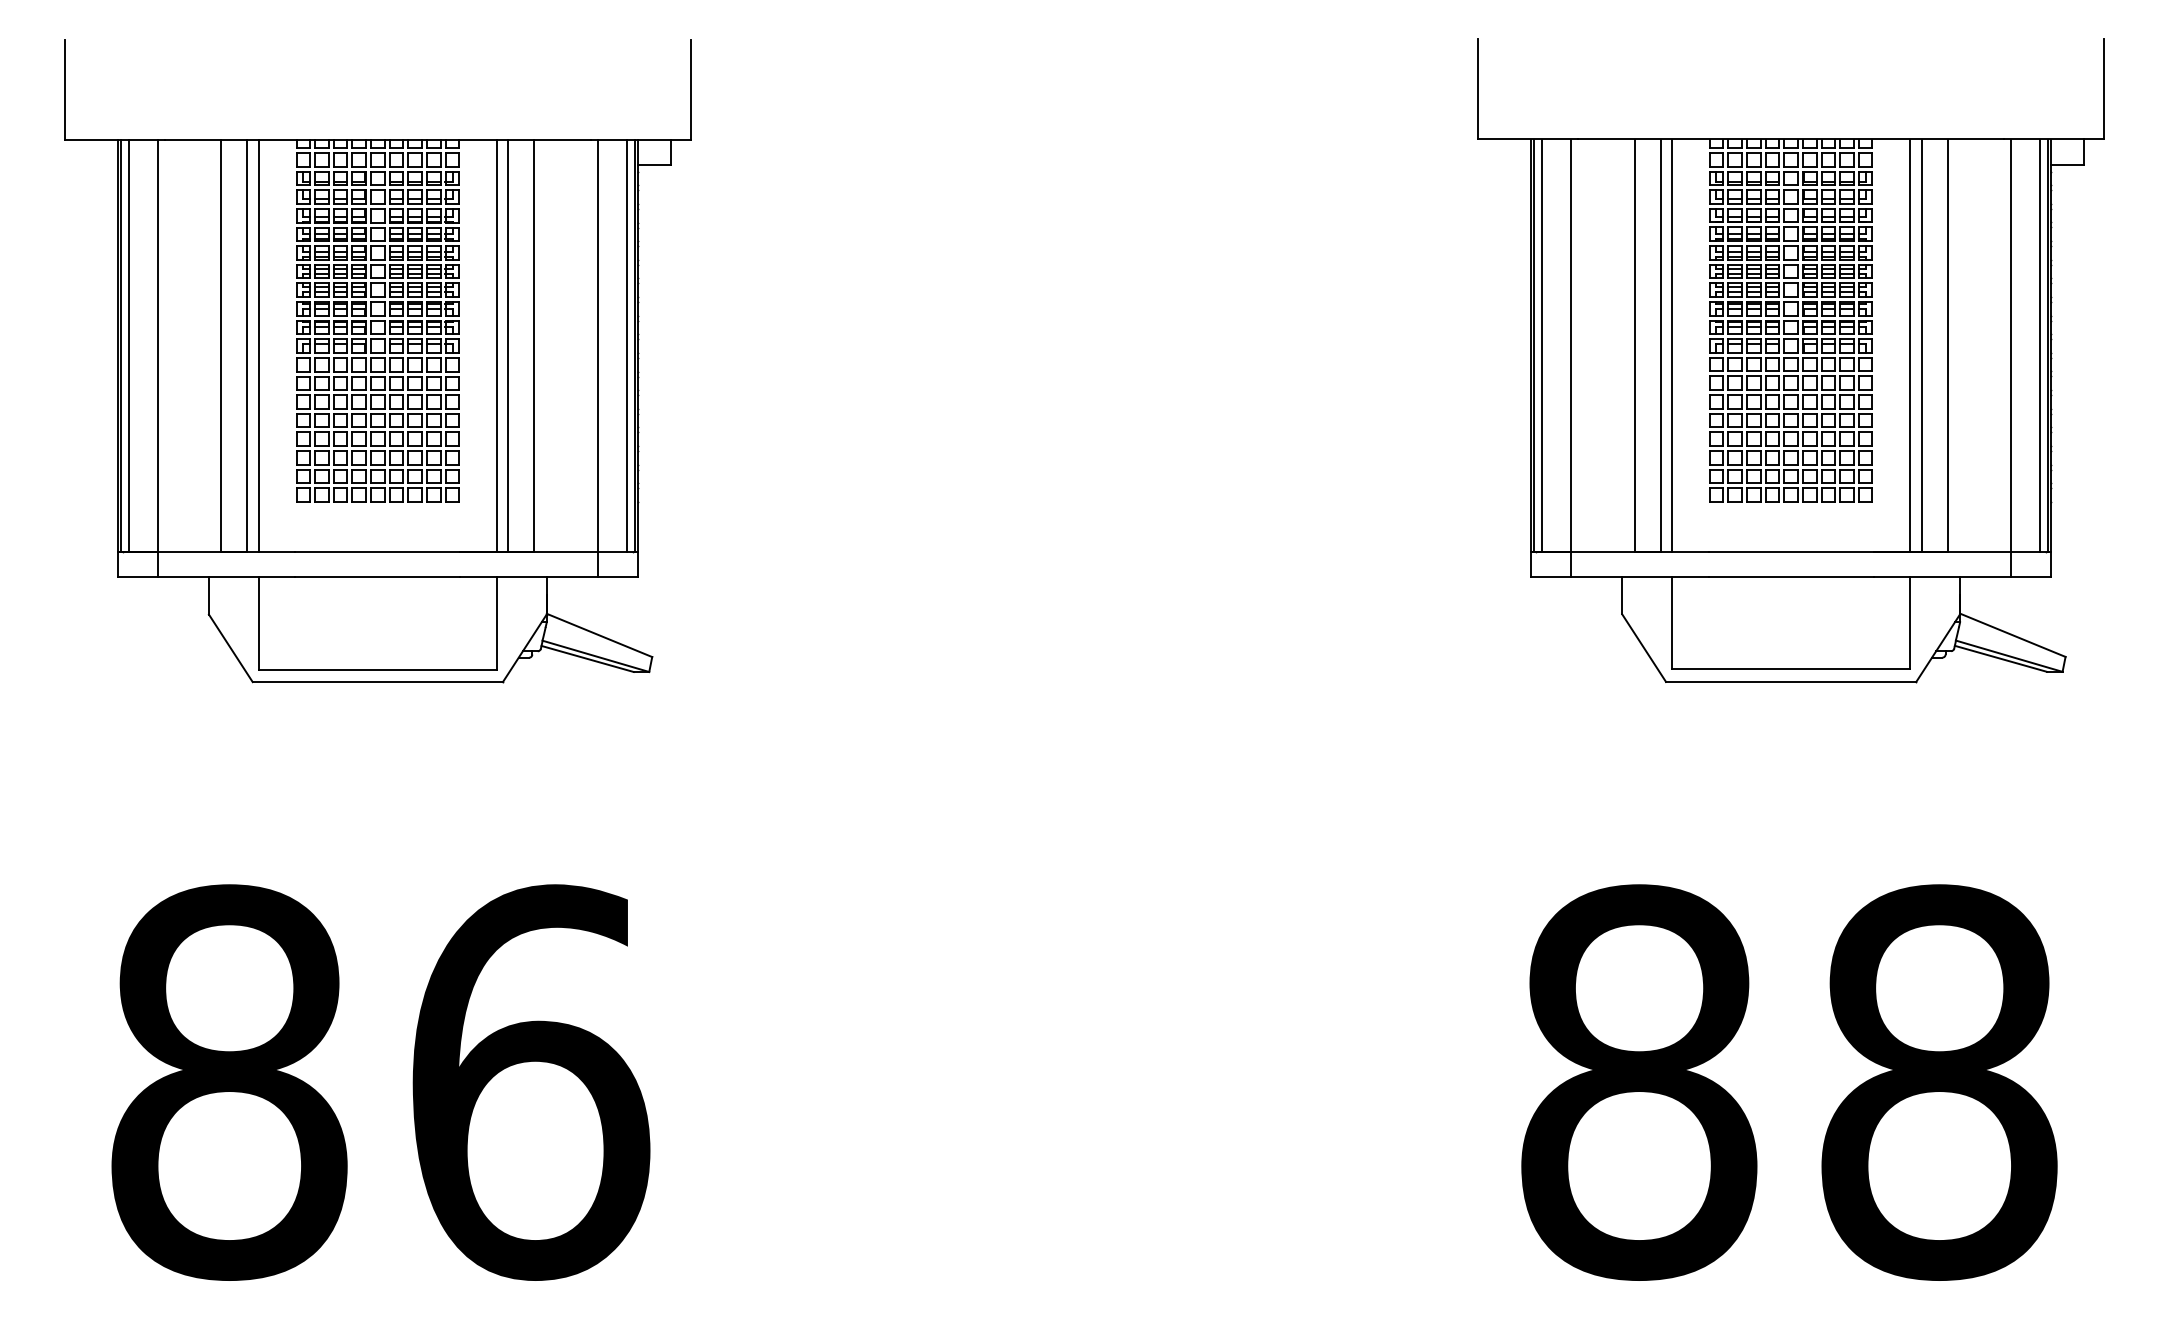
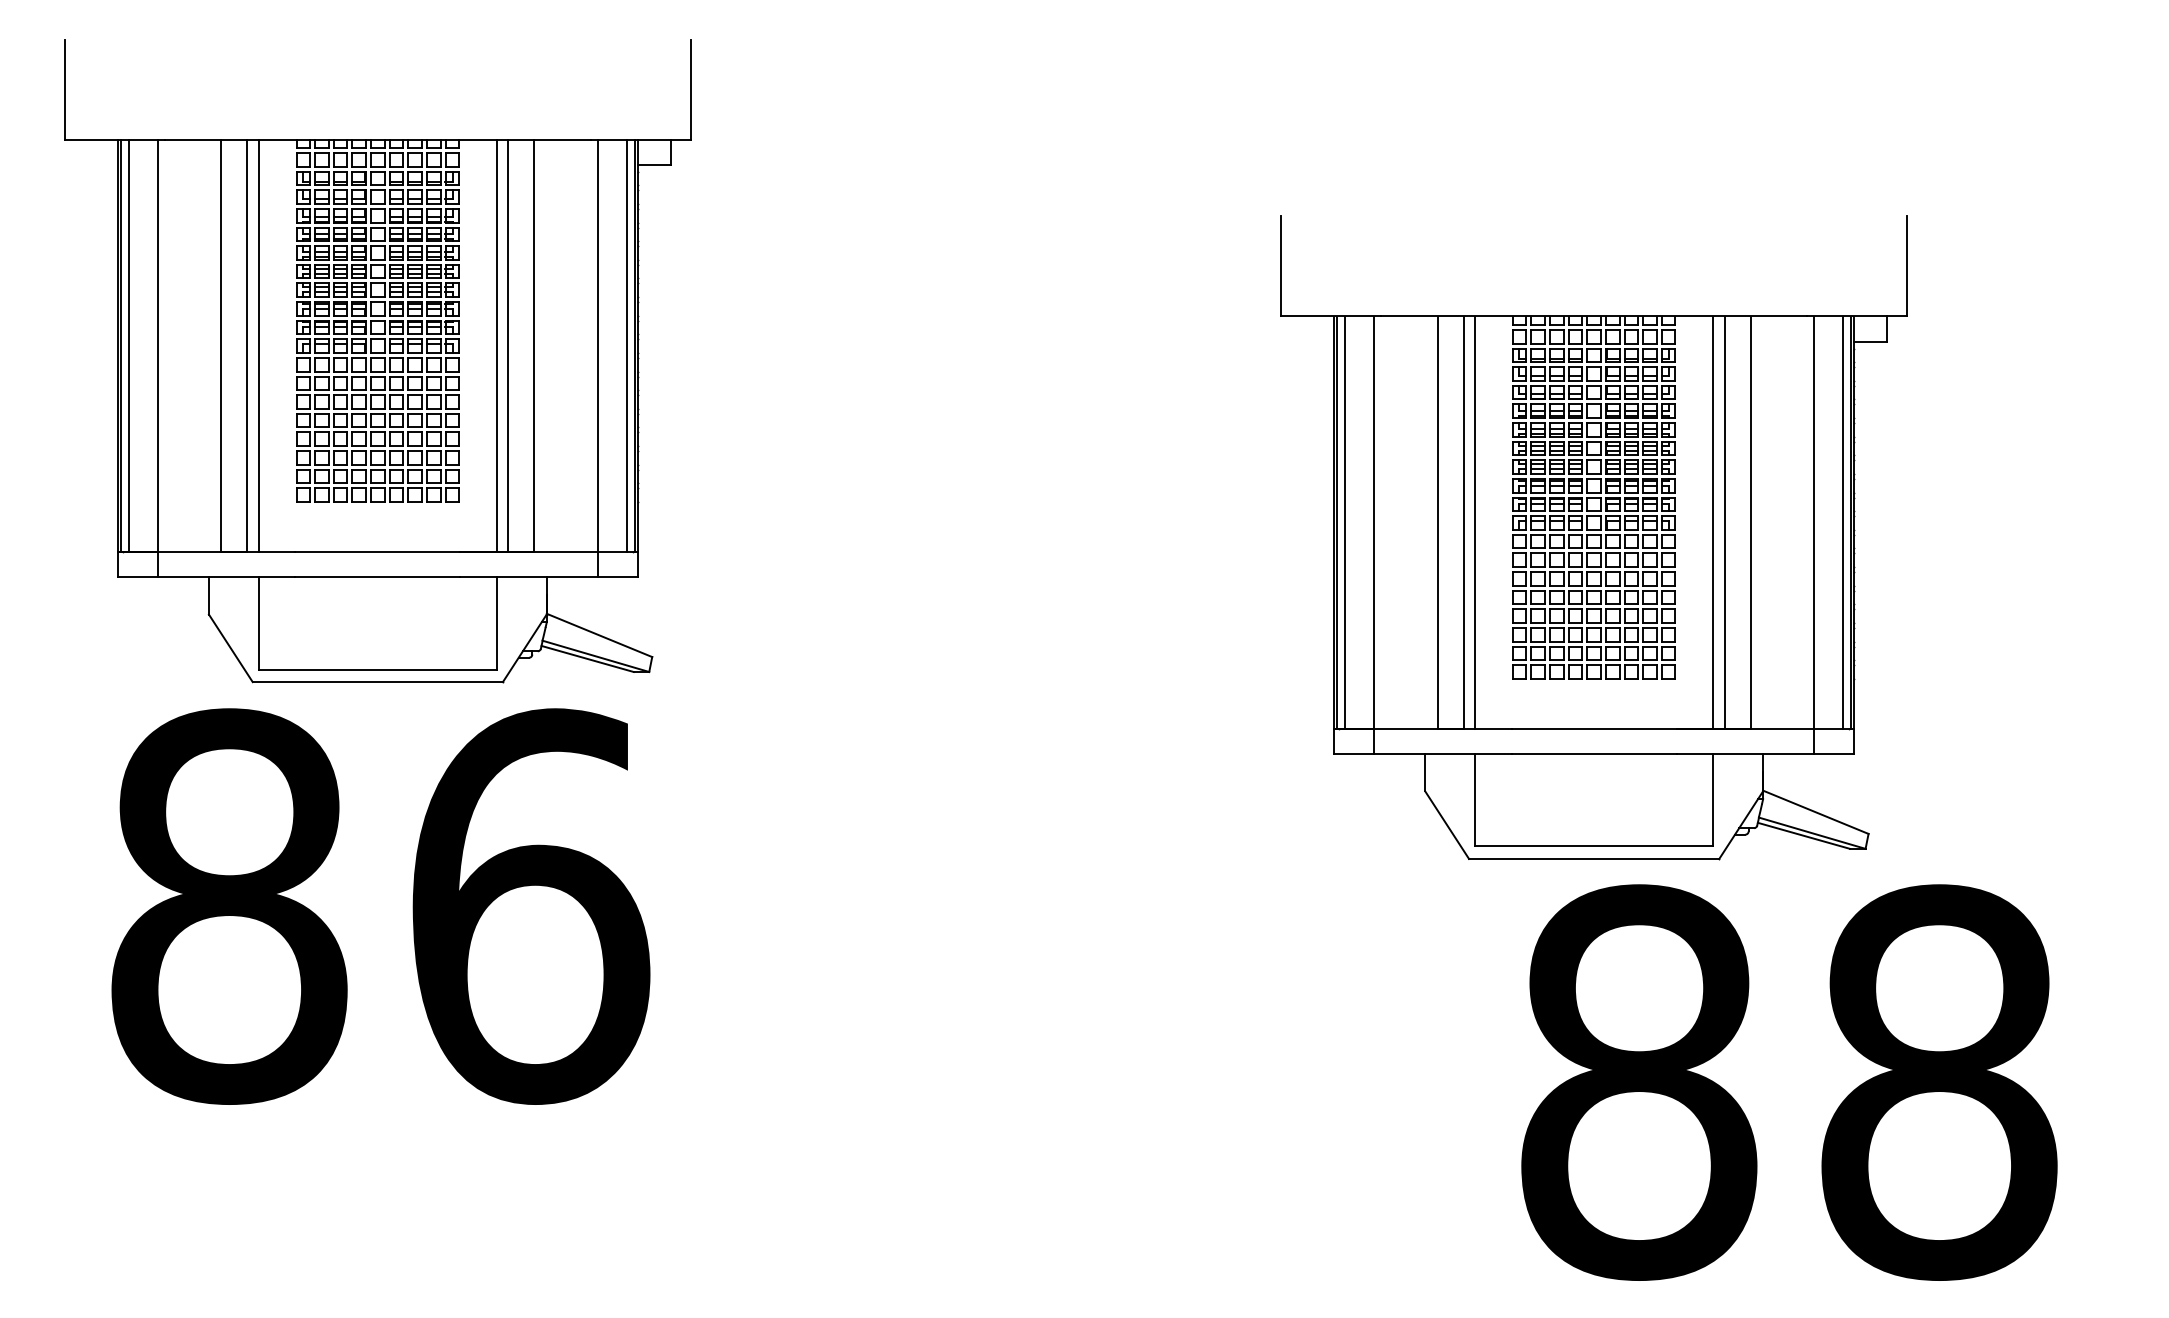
part at (1790, 360) position: (1790, 360) -> (1593, 537)
text at (380, 1082) position: (380, 1082) -> (380, 906)
